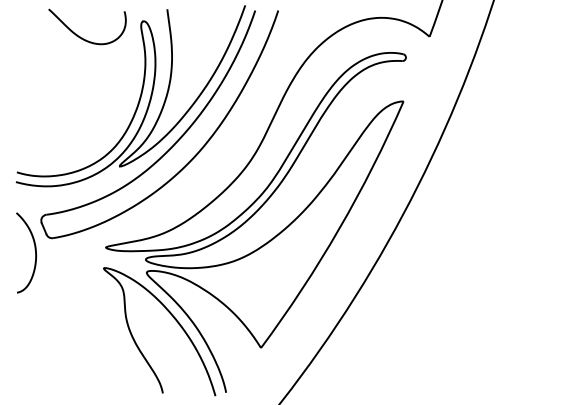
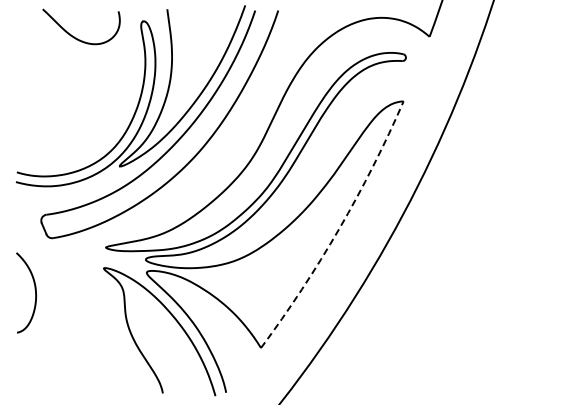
curve at (82, 37) position: (82, 37) -> (76, 37)
arc at (339, 228): solid -> dashed
curve at (34, 249) position: (34, 249) -> (34, 289)
